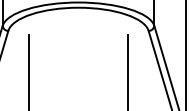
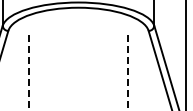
line at (28, 72): solid -> dashed
line at (128, 72): solid -> dashed
